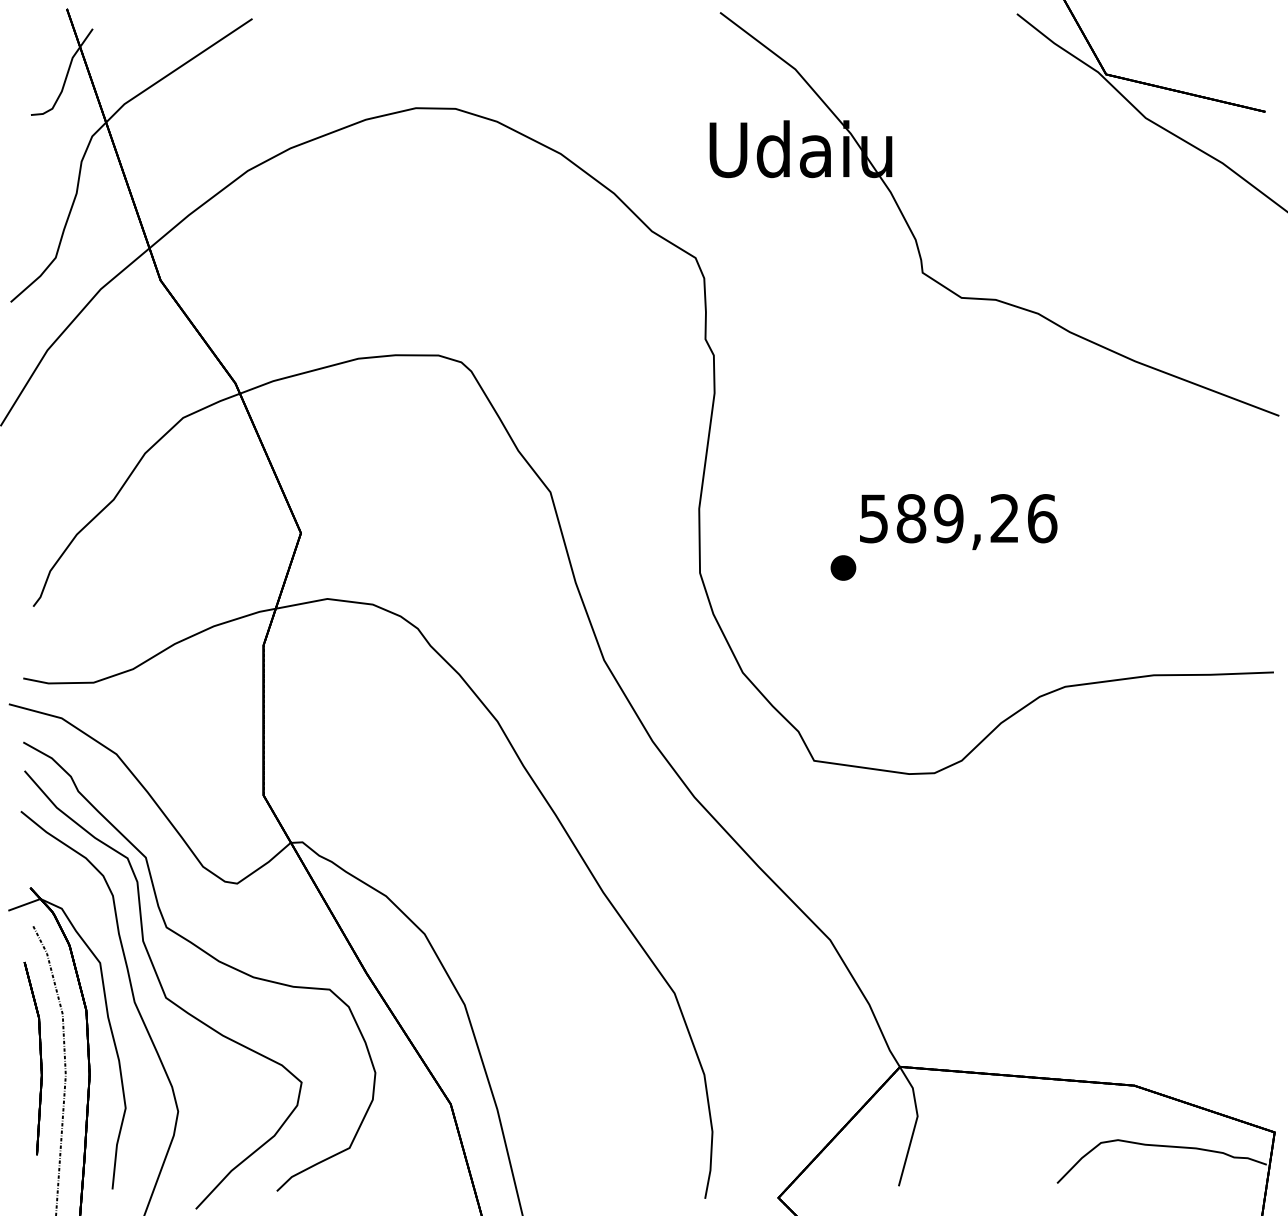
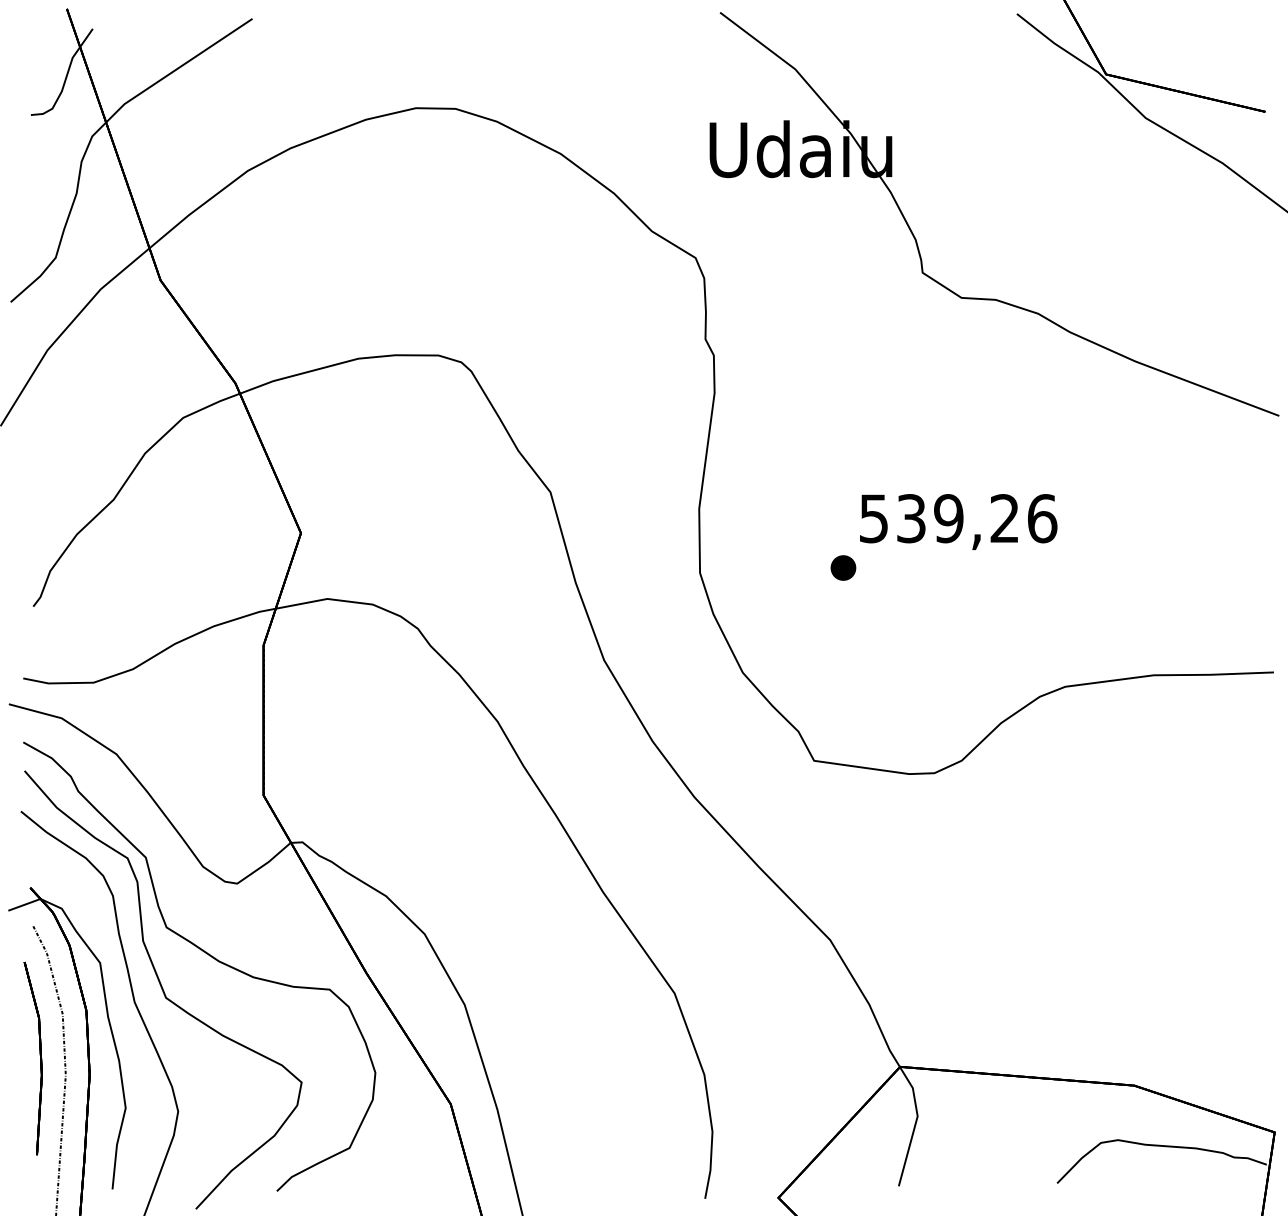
text at (911, 518): 589,26 -> 539,26
